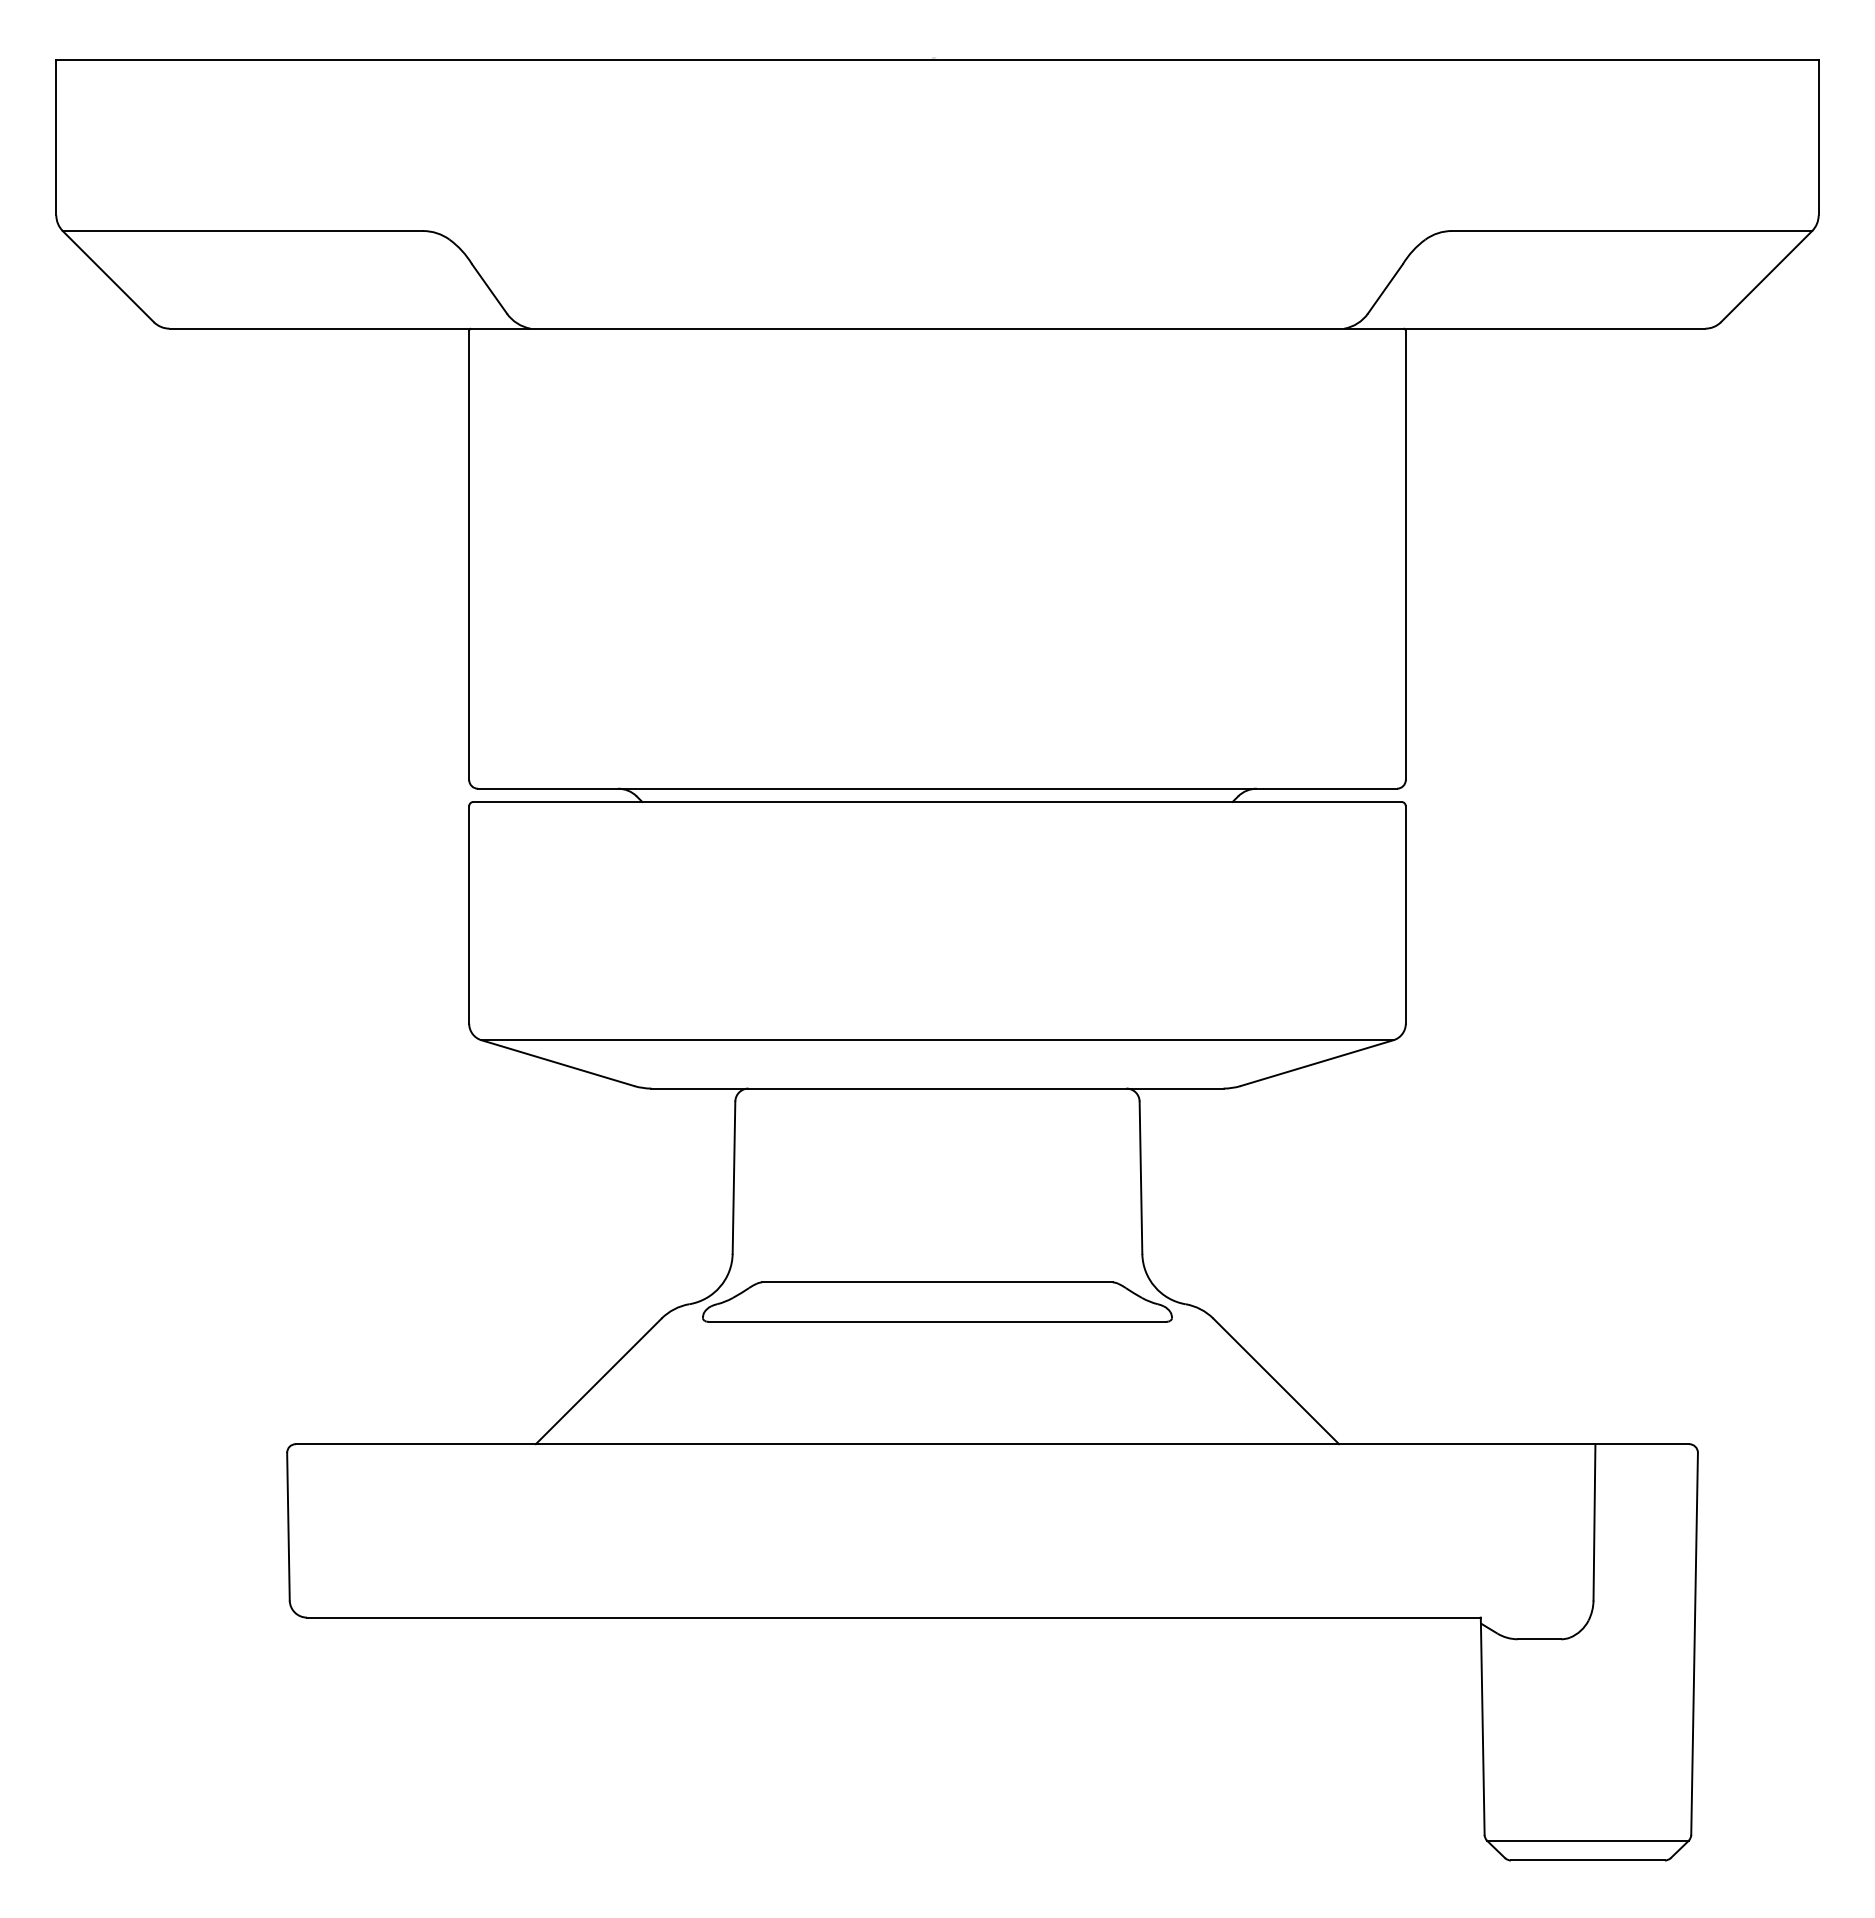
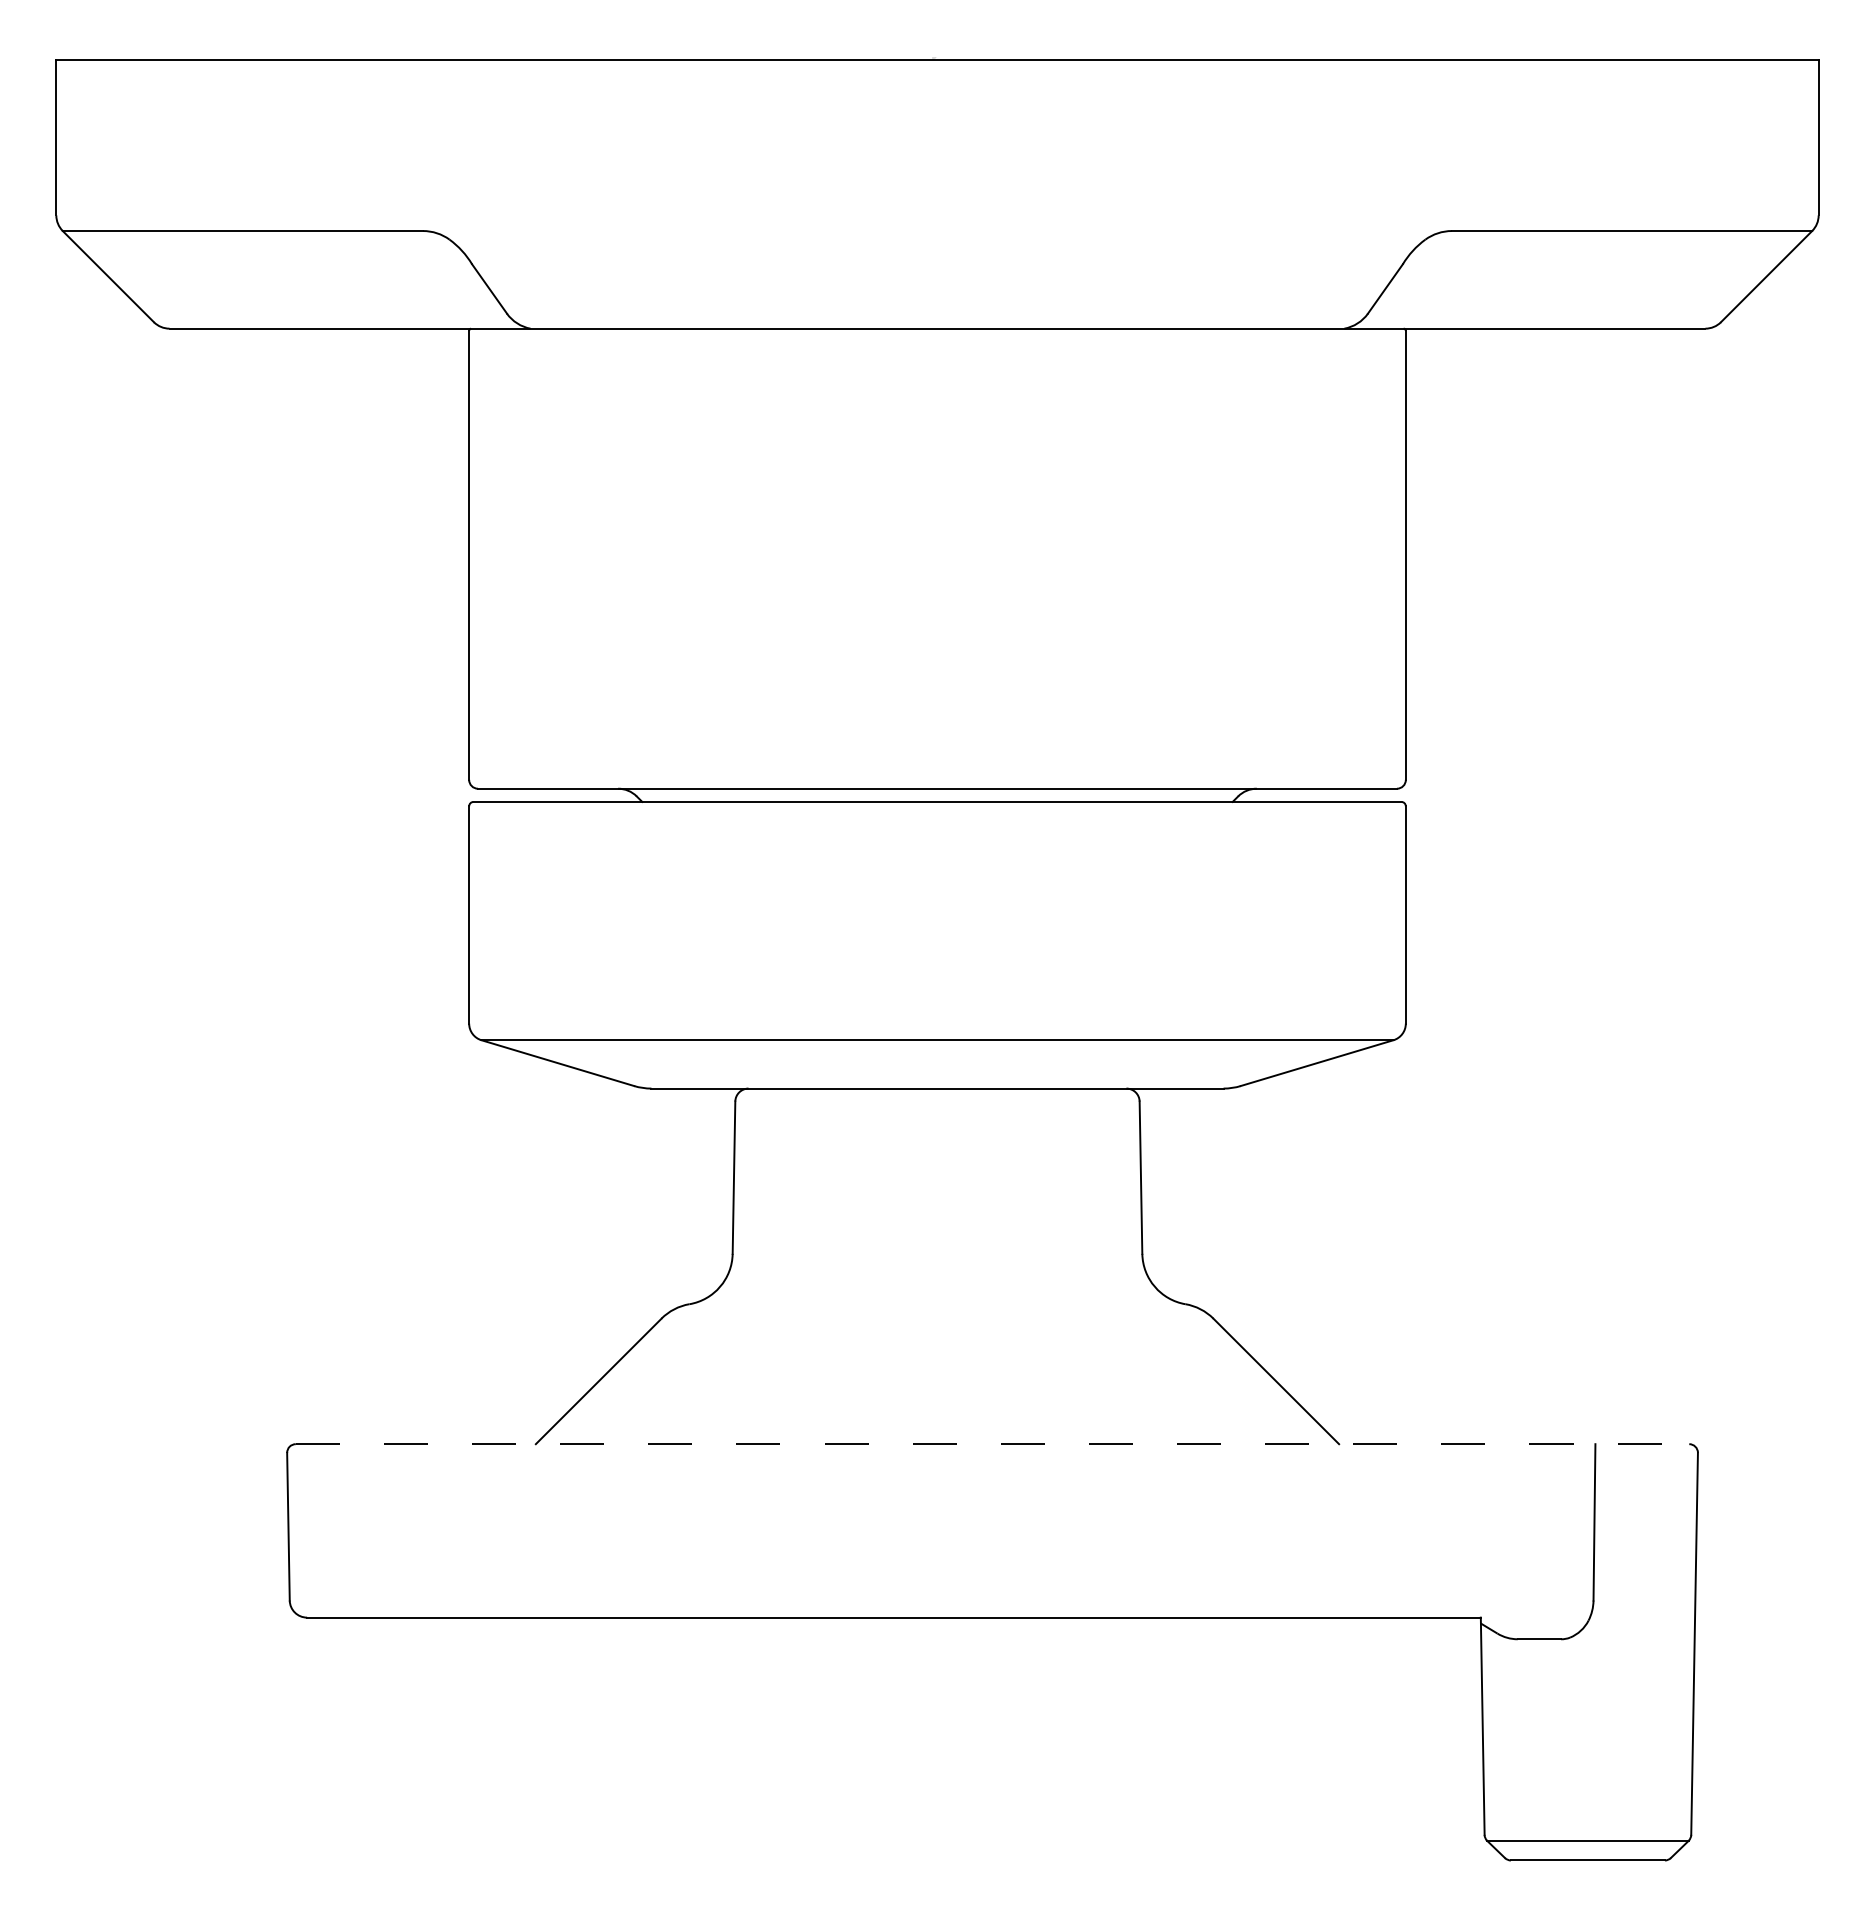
part at (937, 1301): present -> none
line at (992, 1444): solid -> dashed
